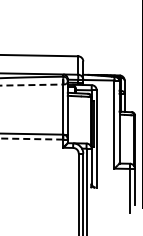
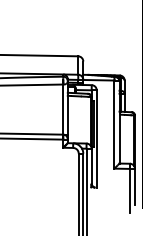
line at (32, 85): dashed -> solid
line at (31, 139): dashed -> solid
